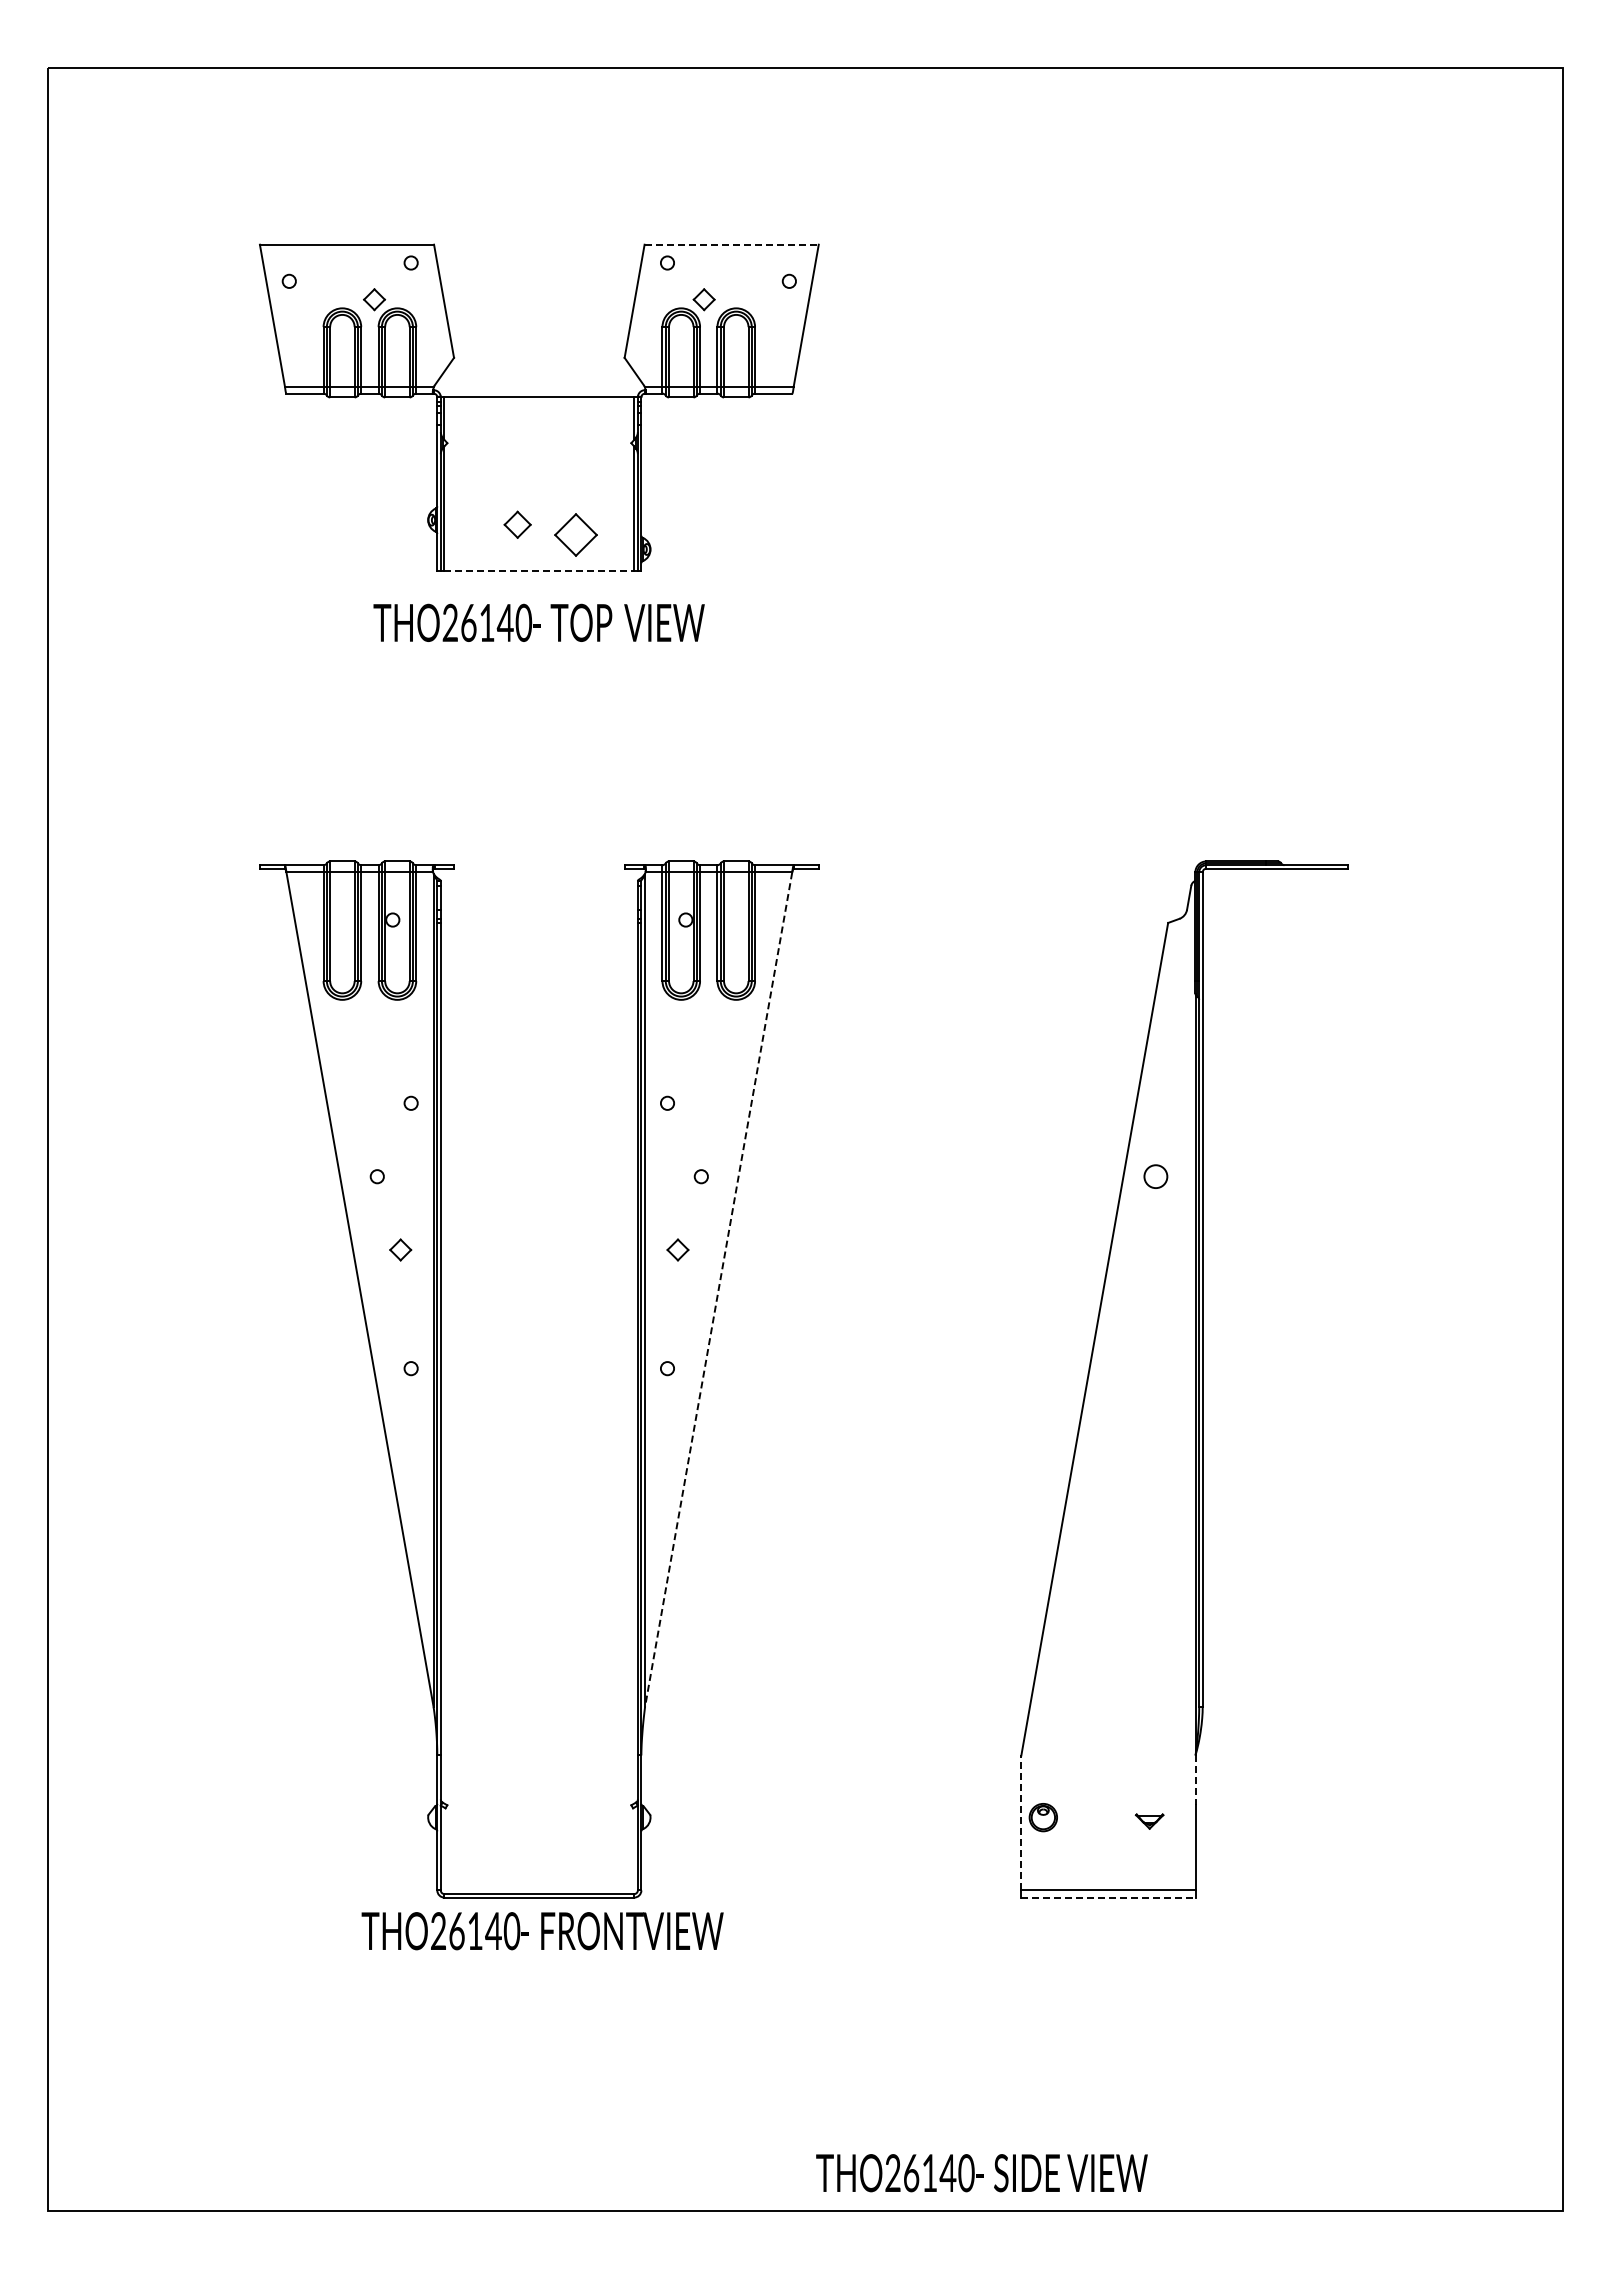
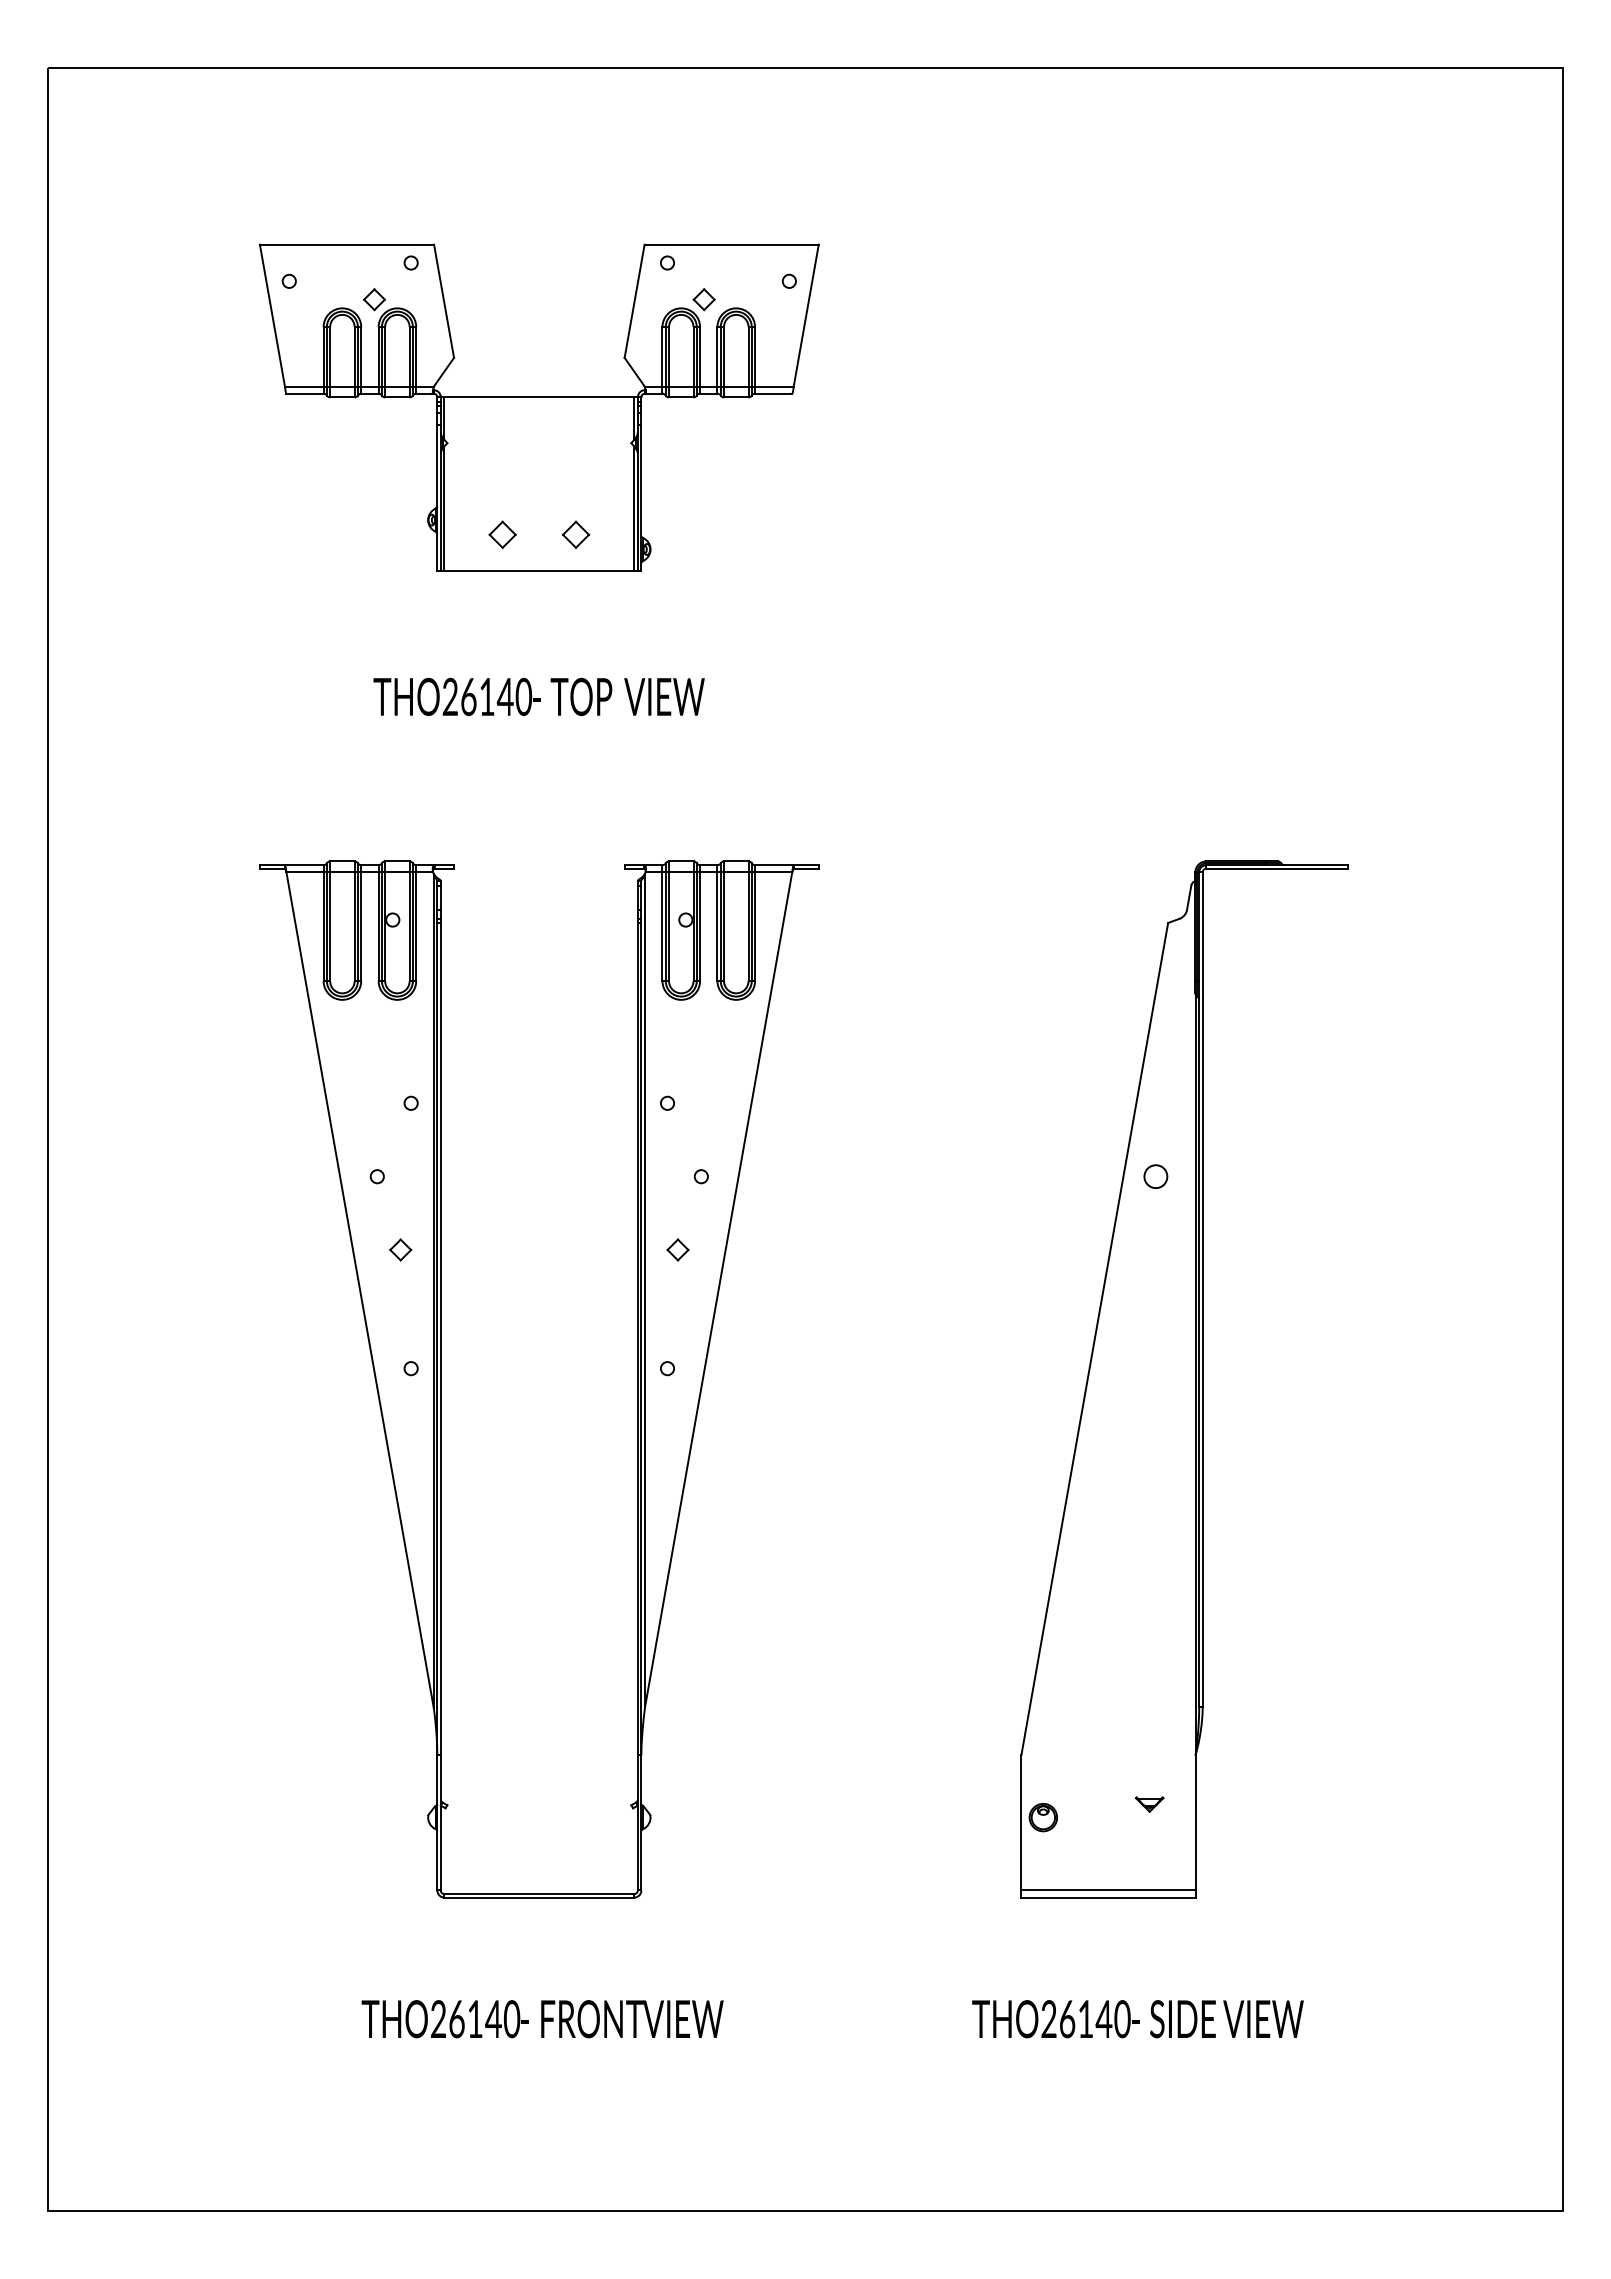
line at (732, 244): dashed -> solid
part at (517, 524) position: (517, 524) -> (502, 534)
part at (575, 534) size: 44x44 px -> 30x29 px
line at (539, 571): dashed -> solid
text at (538, 622) position: (538, 622) -> (538, 696)
line at (718, 1289): dashed -> solid
line at (1195, 1780): dashed -> solid
part at (1149, 1821) position: (1149, 1821) -> (1149, 1804)
line at (1021, 1822): dashed -> solid
line at (1108, 1897): dashed -> solid
text at (542, 1931) position: (542, 1931) -> (542, 2019)
text at (981, 2173) position: (981, 2173) -> (1137, 2019)
